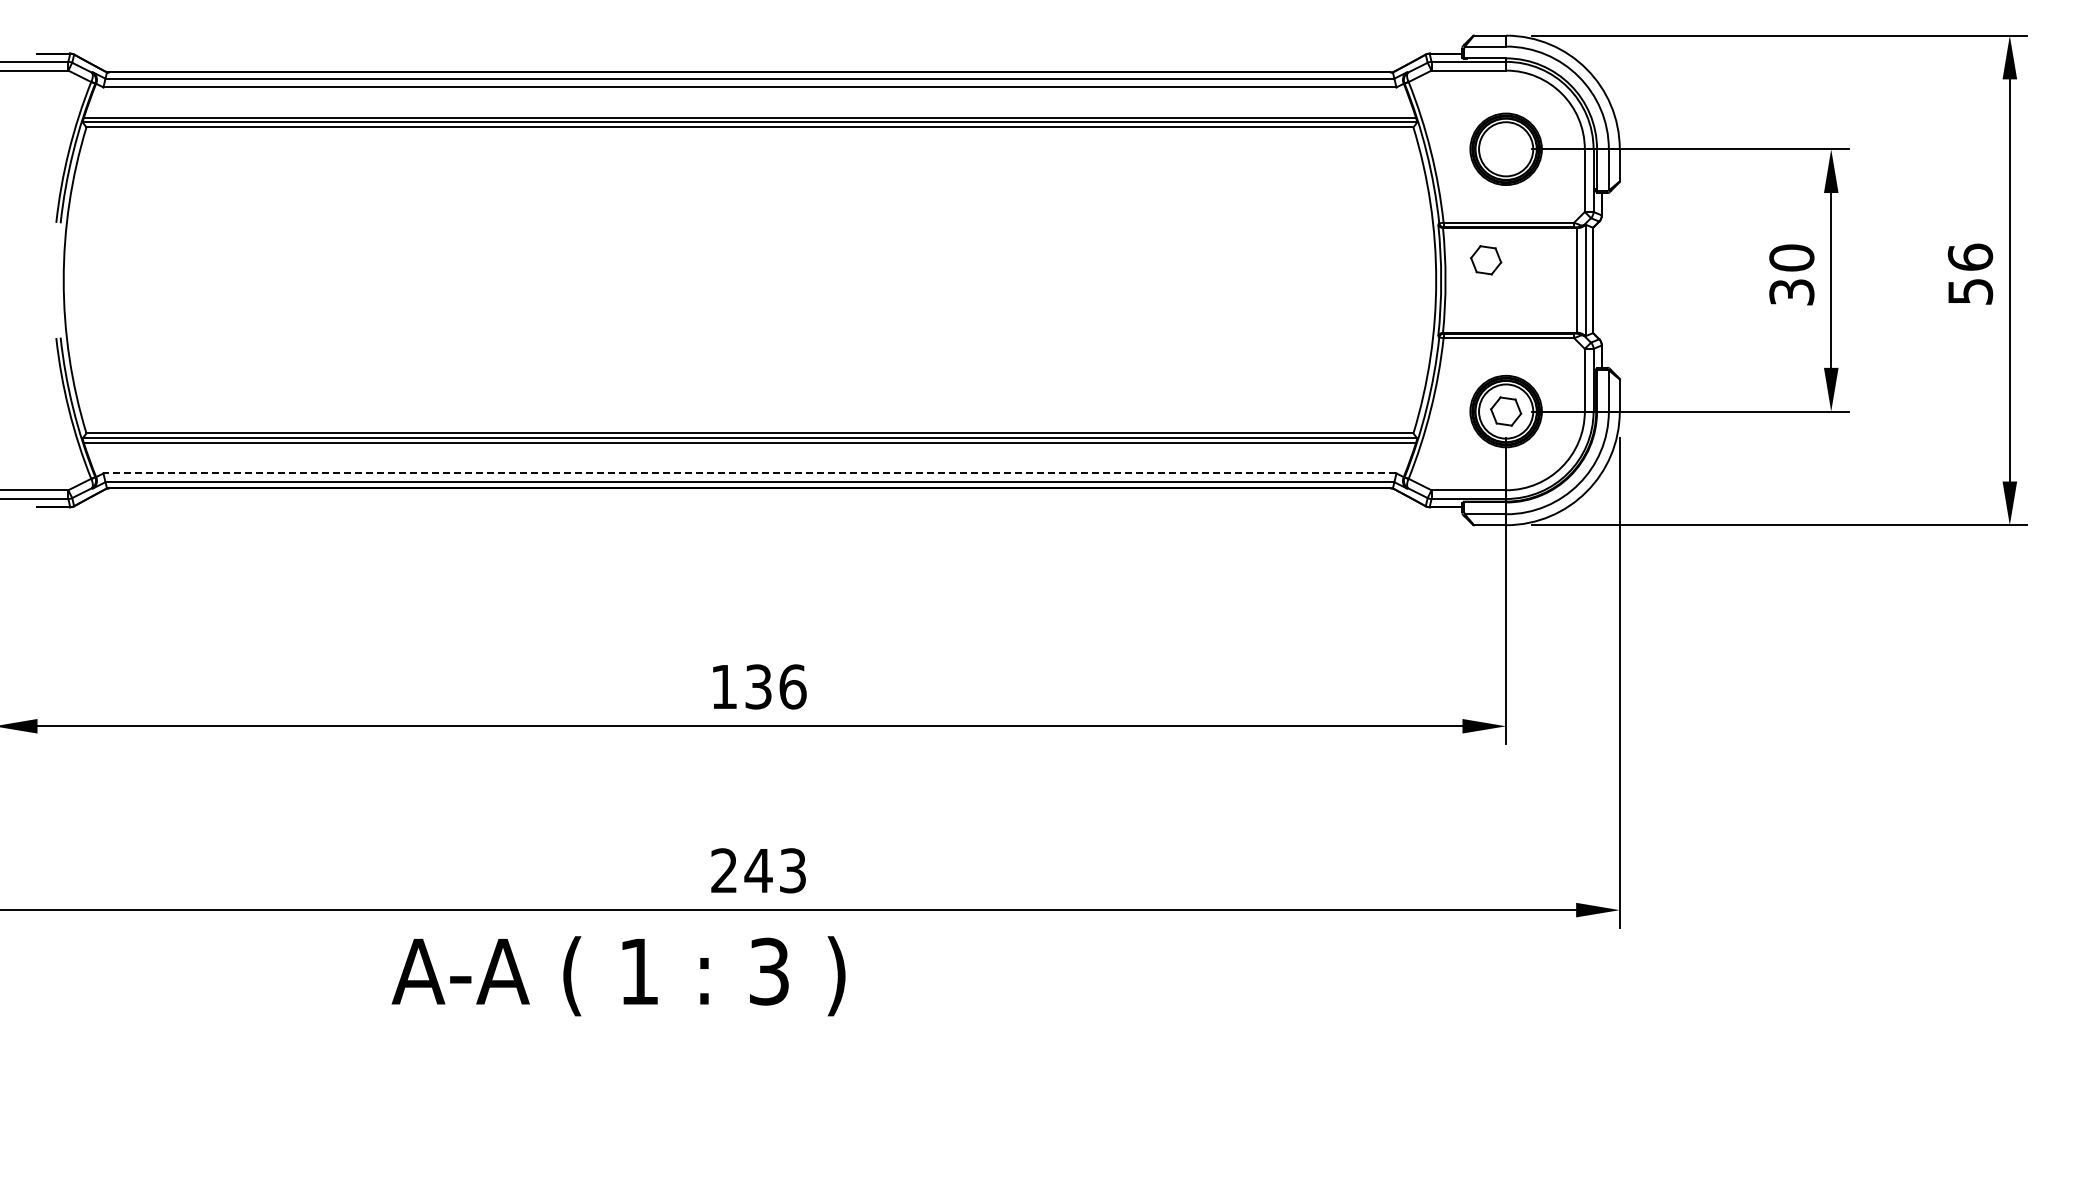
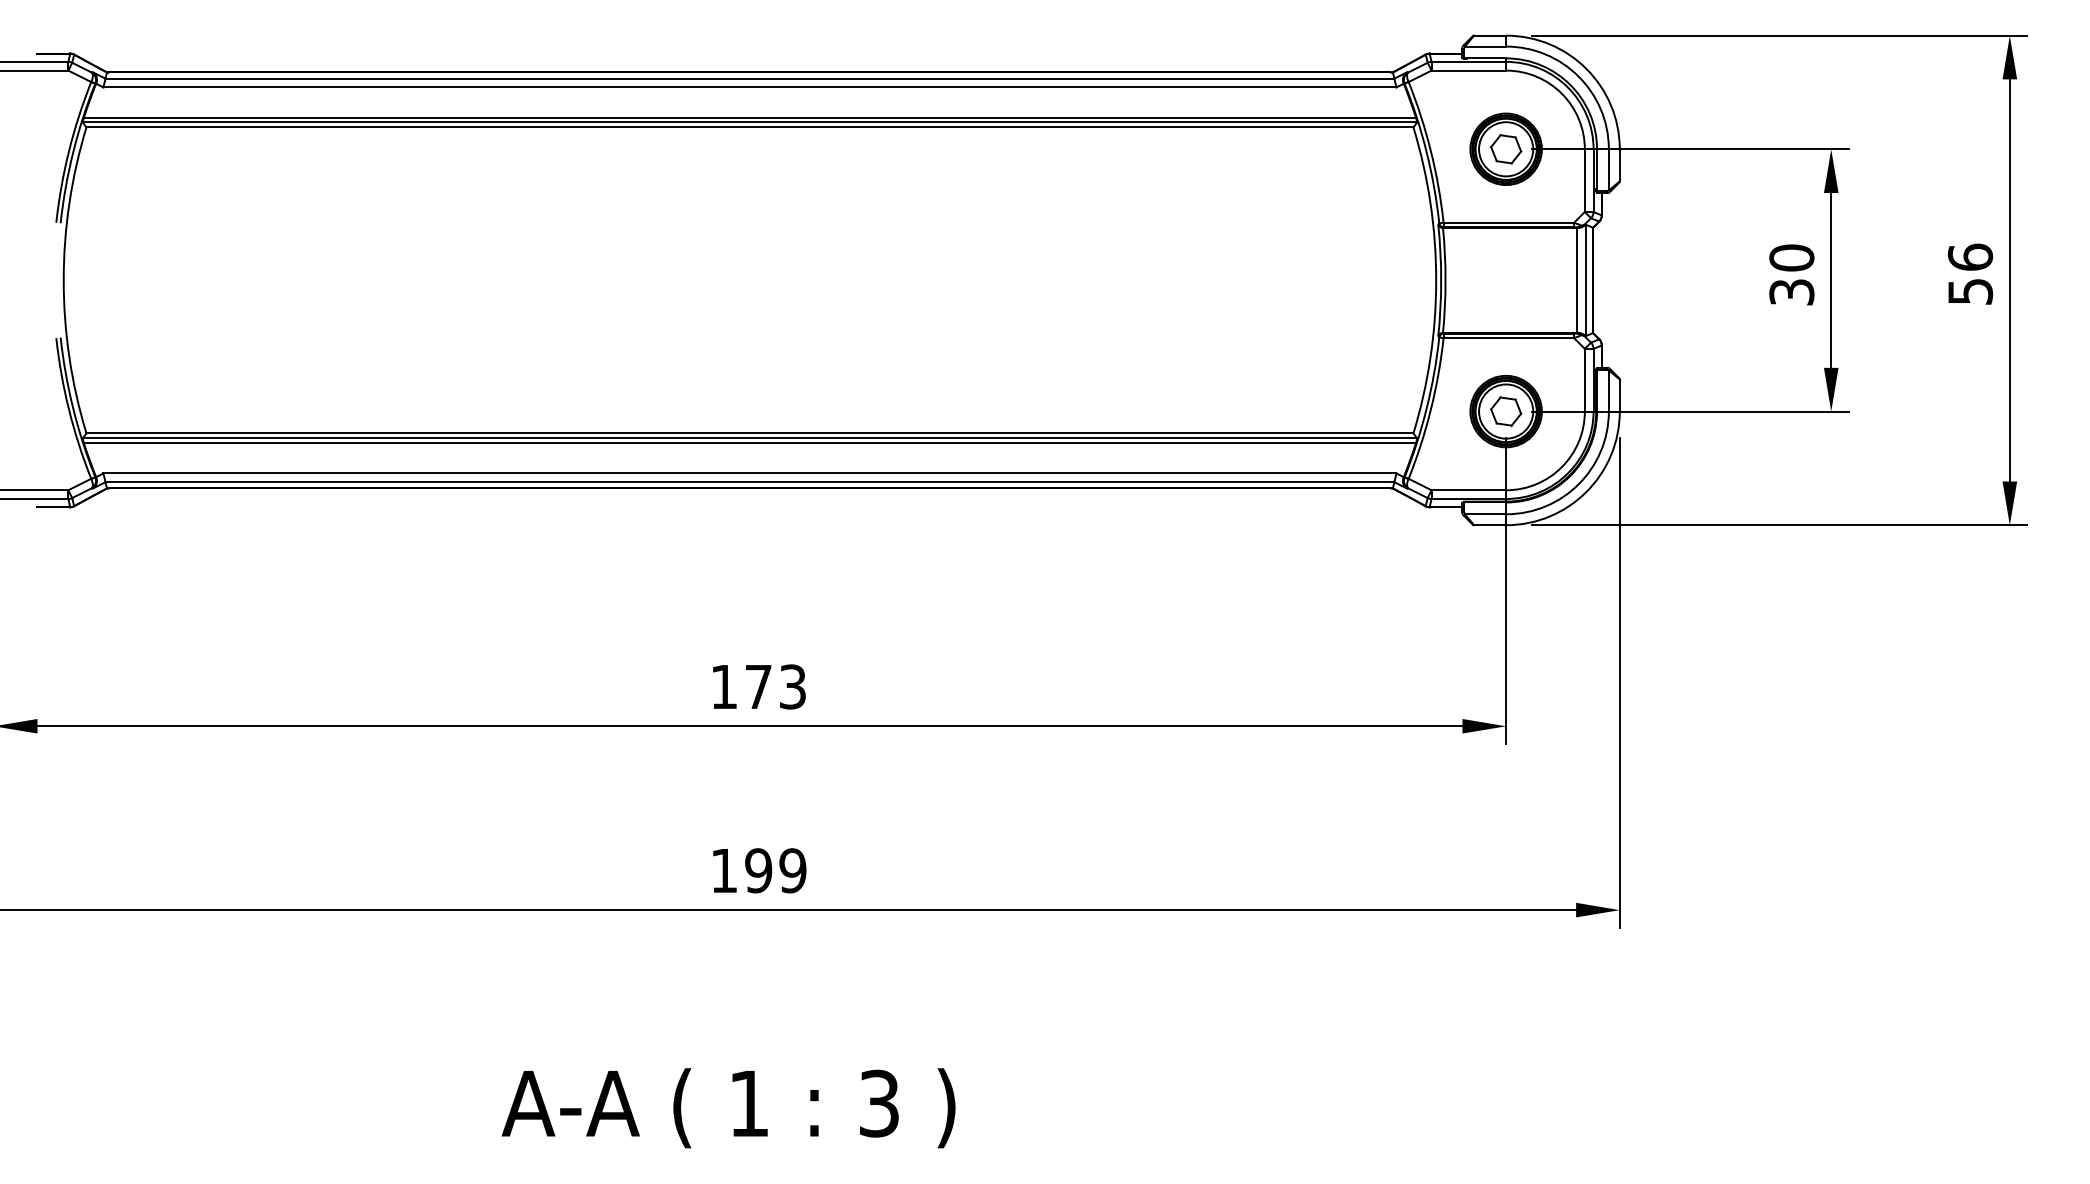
part at (1486, 260) position: (1486, 260) -> (1506, 149)
line at (749, 473): dashed -> solid
text at (775, 686): 136 -> 173
text at (758, 870): 243 -> 199
text at (618, 976) position: (618, 976) -> (728, 1108)
